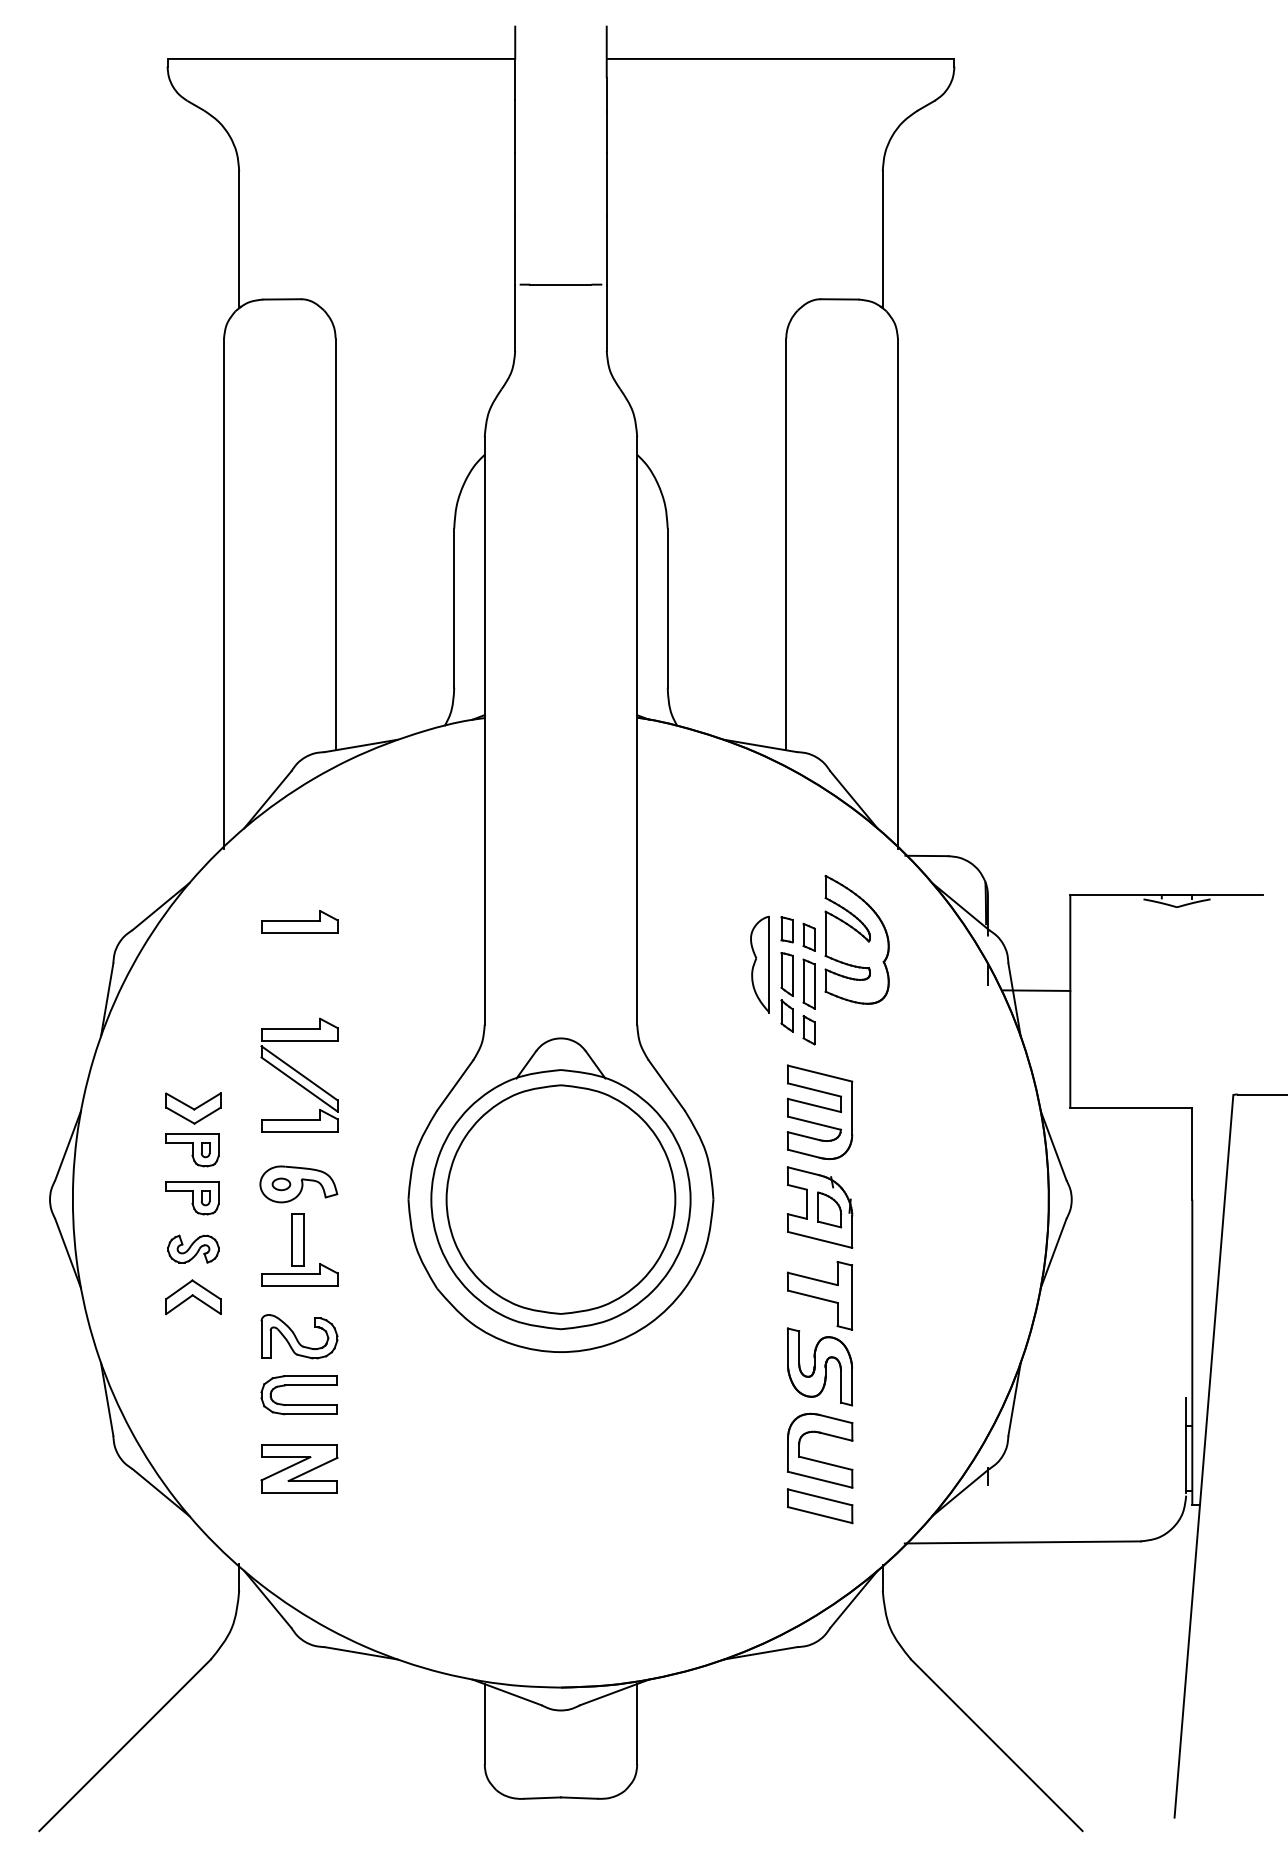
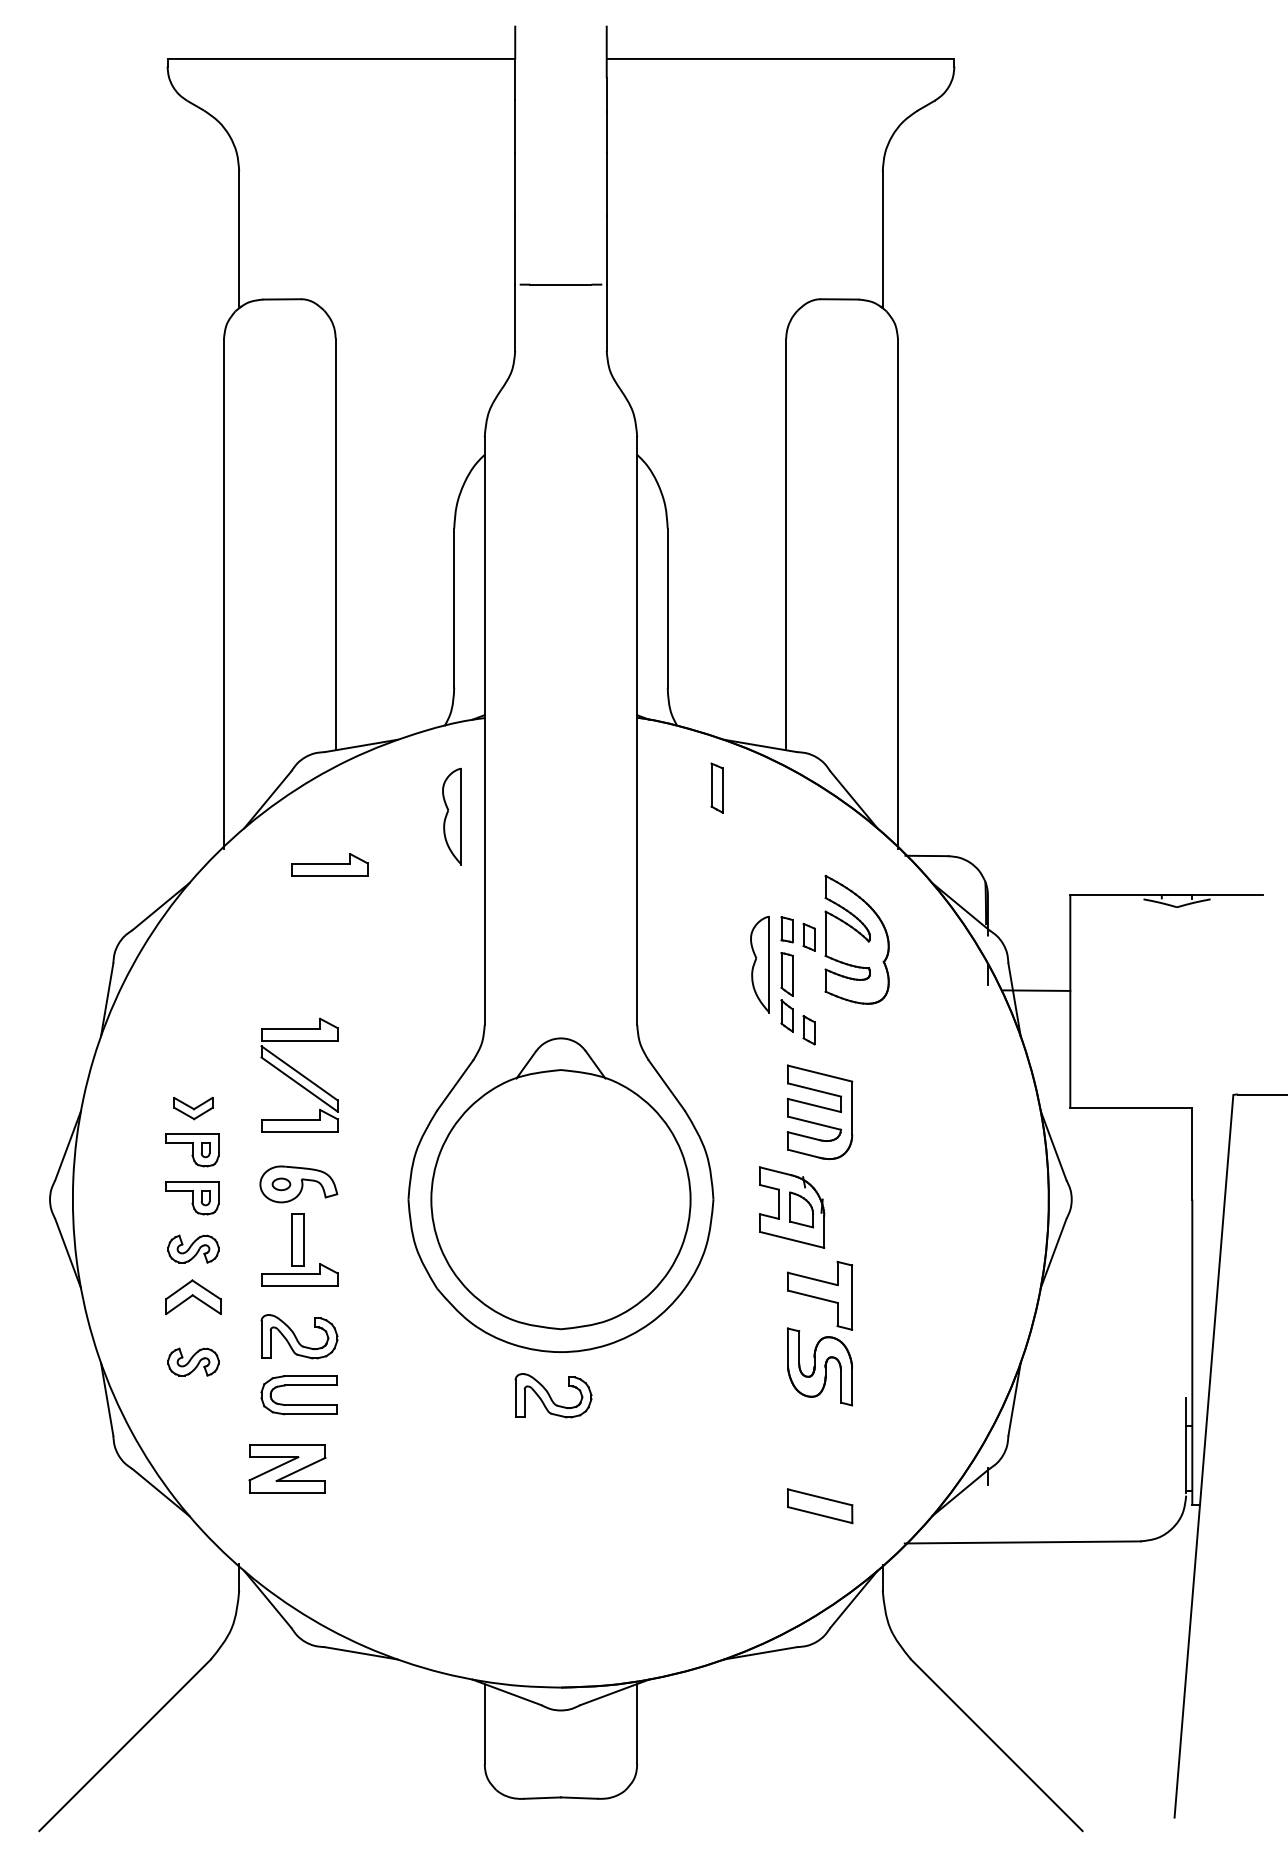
part at (451, 816): none -> present
part at (299, 921) position: (299, 921) -> (329, 864)
part at (808, 983) position: (808, 983) -> (716, 787)
part at (193, 1108) size: 57x33 px -> 41x25 px
part at (560, 1199): present -> none
part at (819, 1207) position: (819, 1207) -> (791, 1207)
part at (193, 1361): none -> present
part at (553, 1395): none -> present
part at (819, 1460): present -> none
part at (299, 1468) position: (299, 1468) -> (287, 1468)
